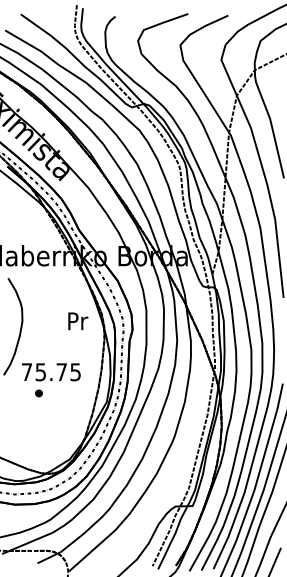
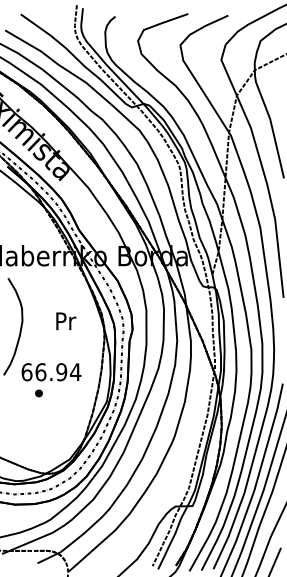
text at (78, 321) position: (78, 321) -> (66, 321)
text at (51, 372): 75.75 -> 66.94
